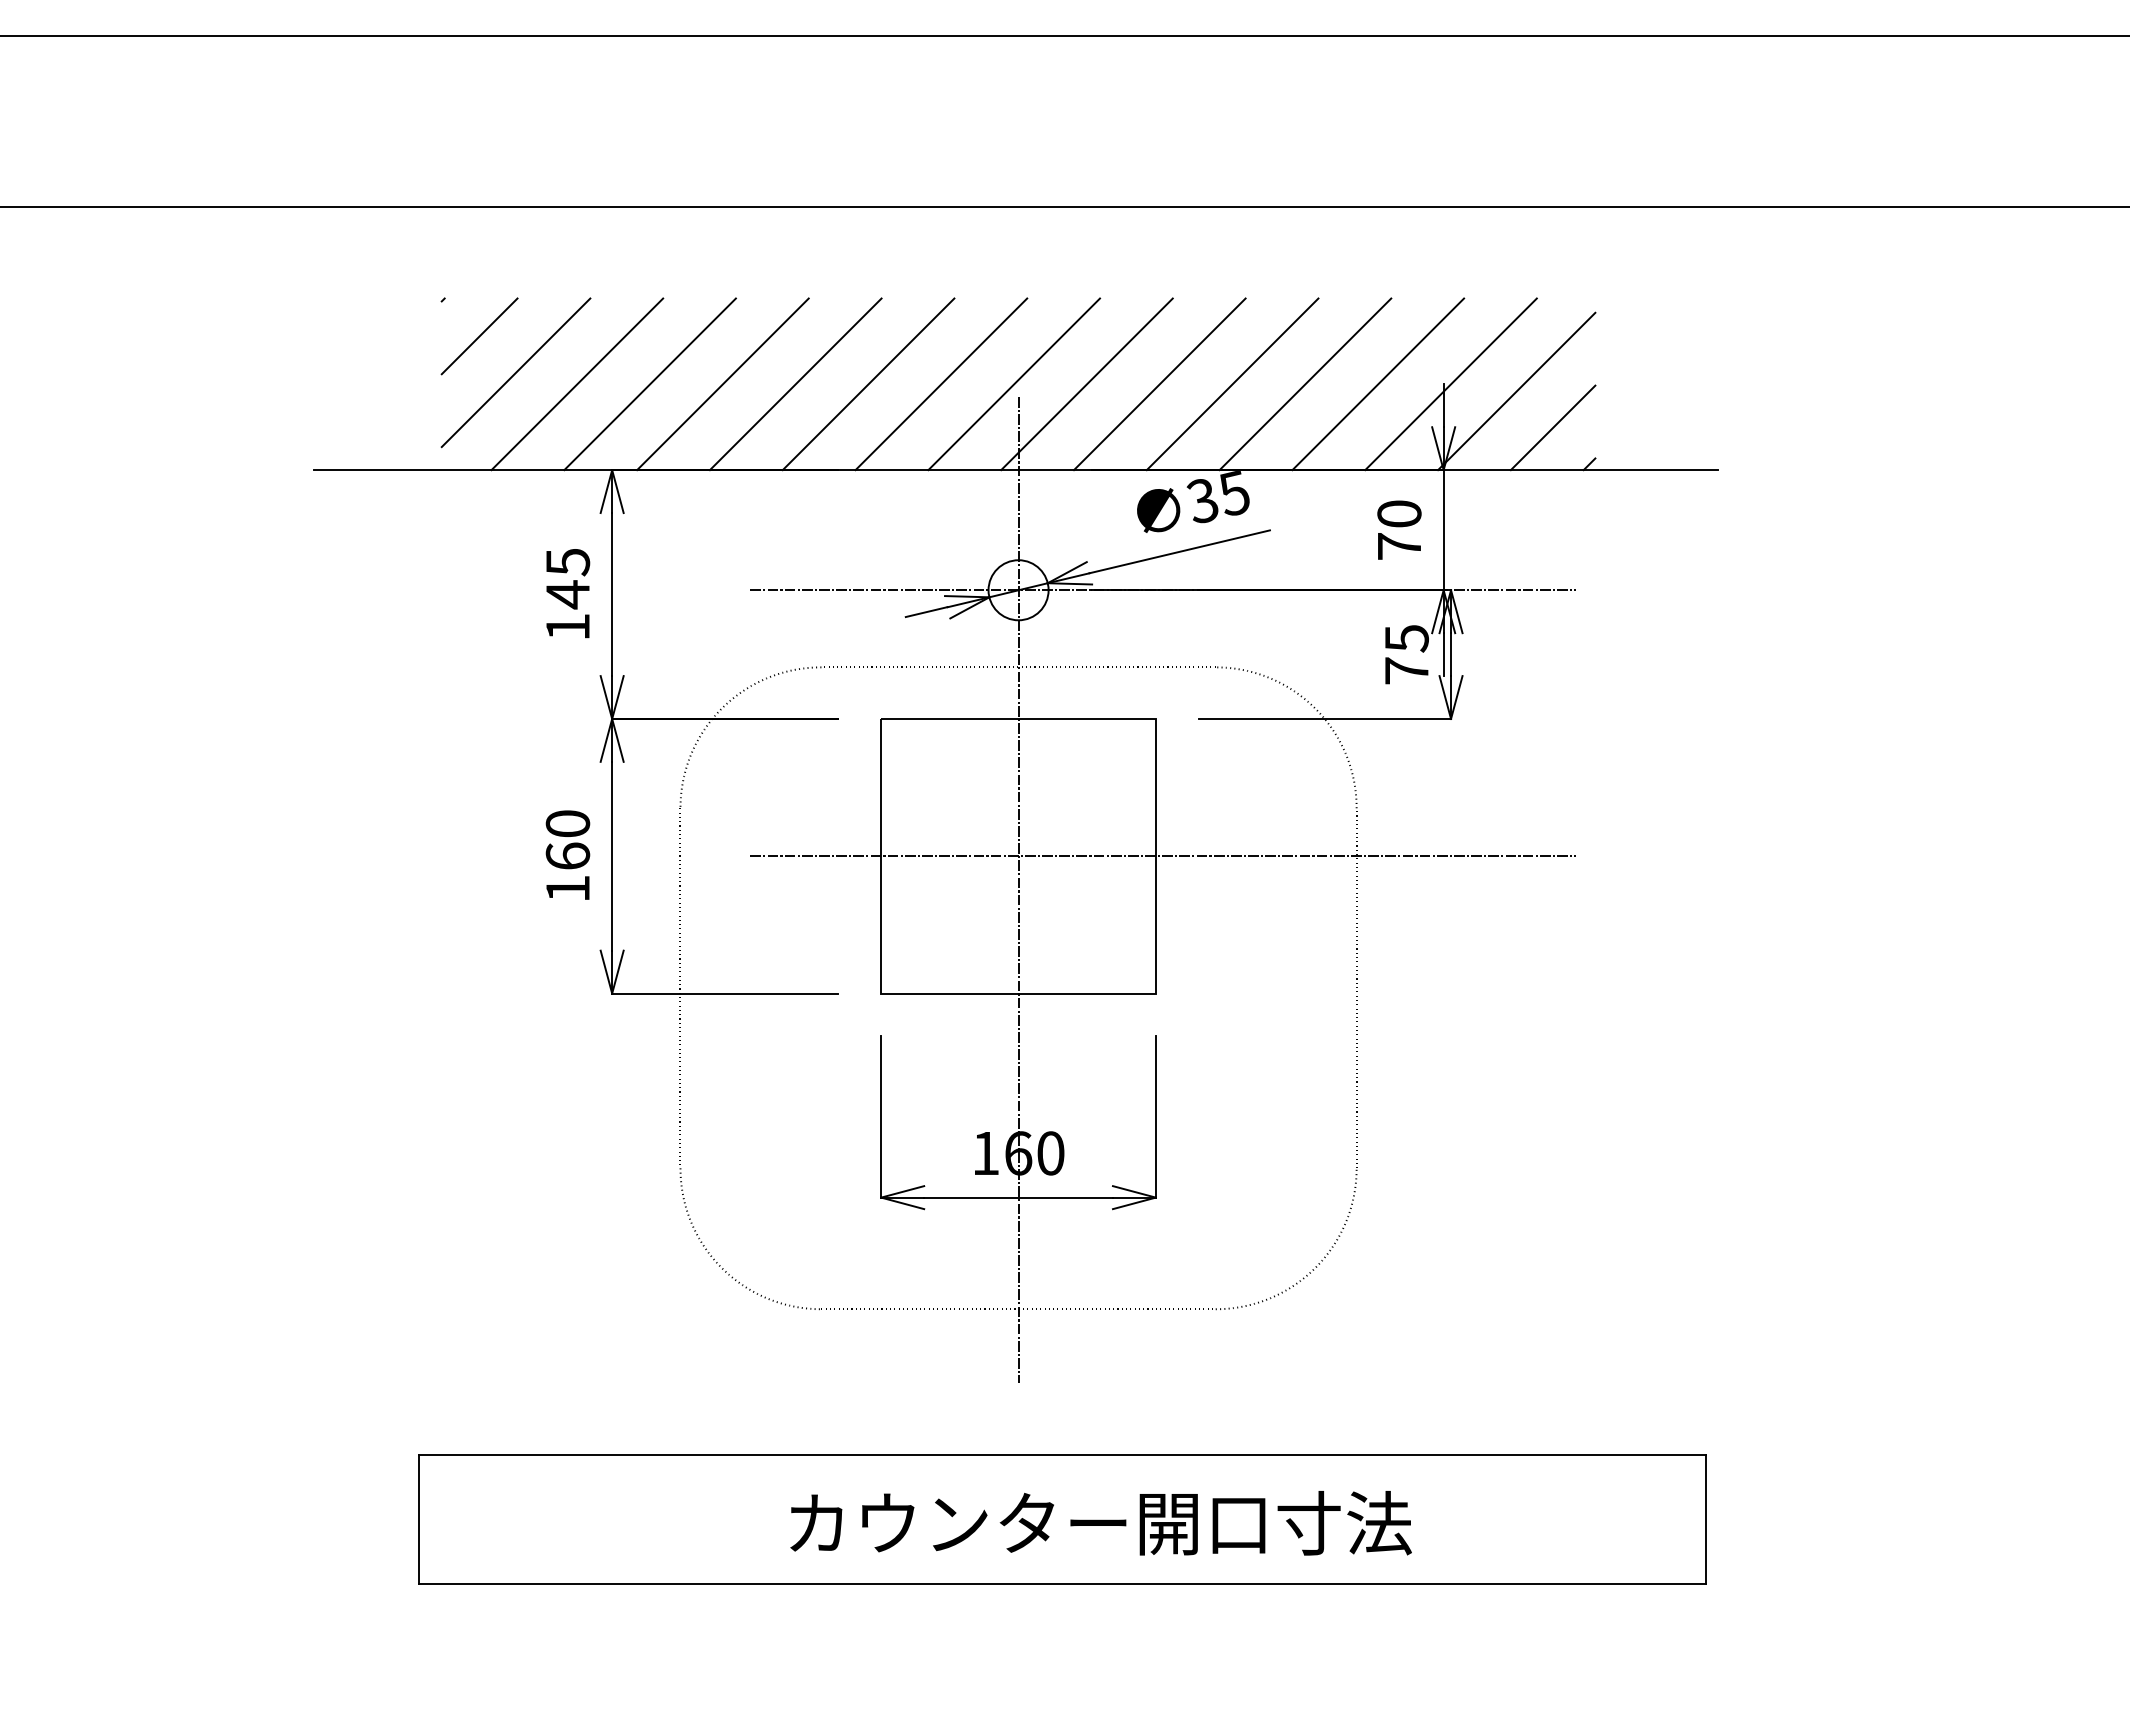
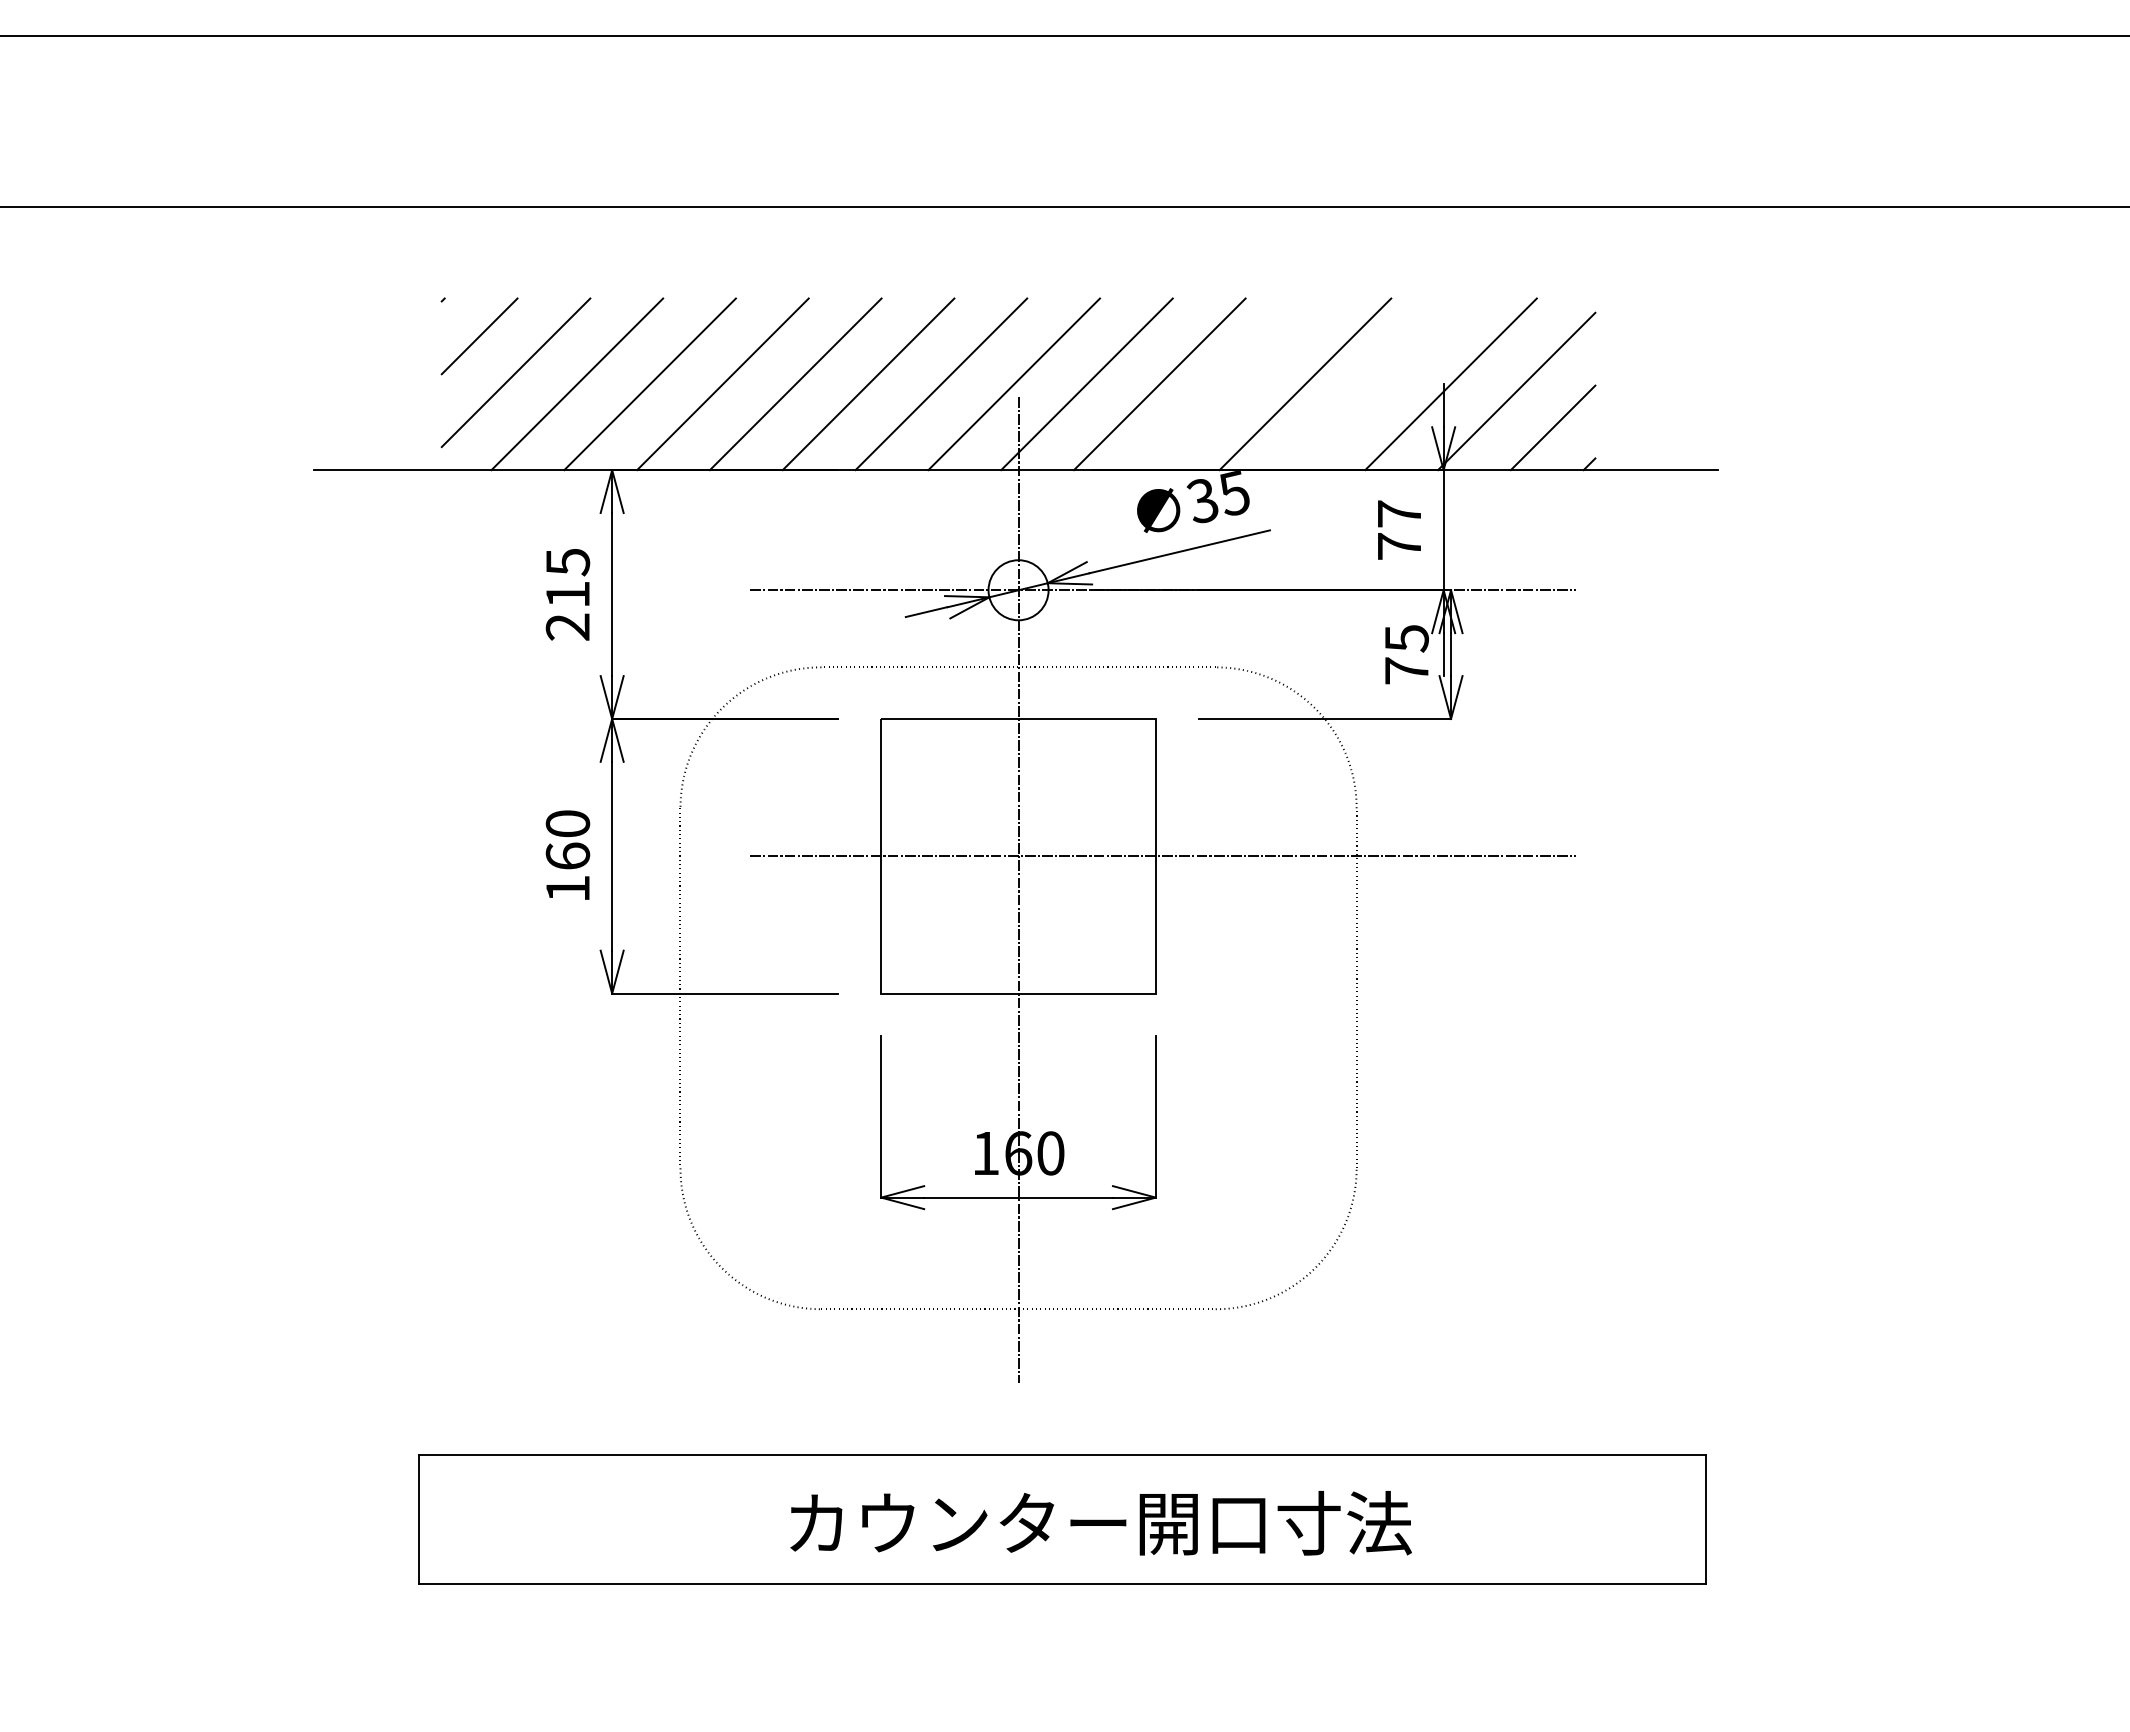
line at (1232, 384): present -> none
line at (1378, 384): present -> none
text at (1399, 513): 70 -> 77
text at (567, 610): 145 -> 215
